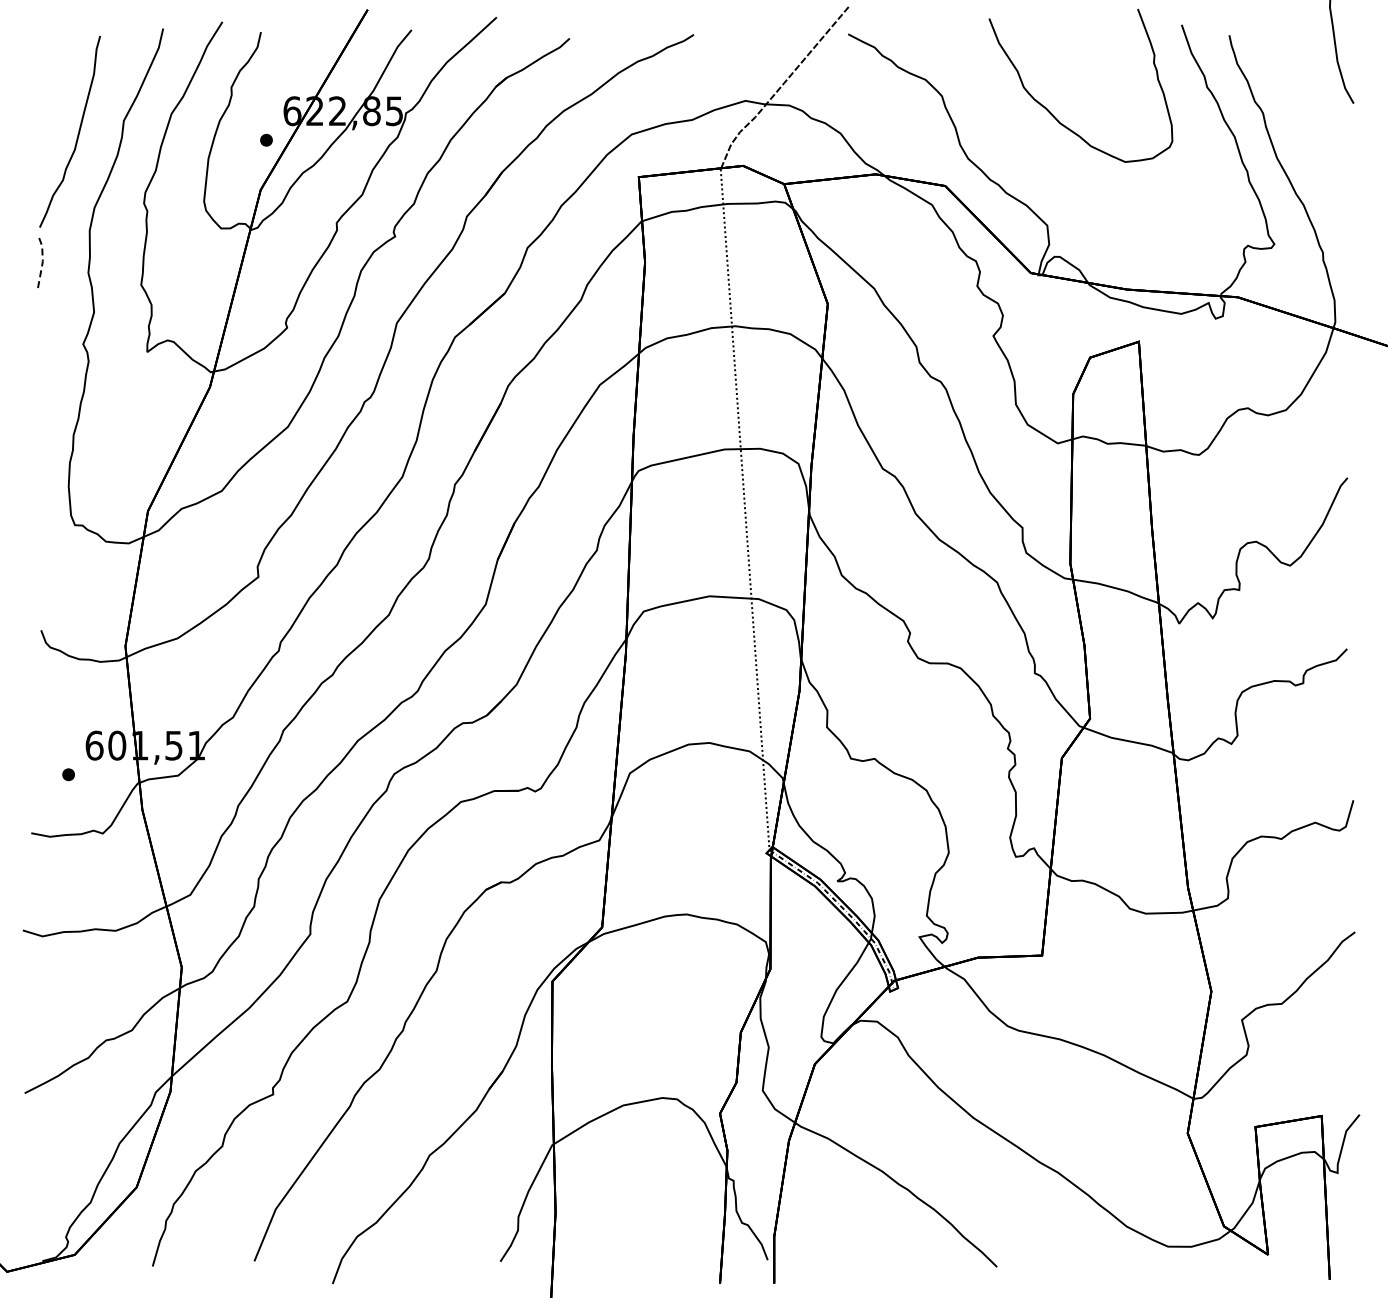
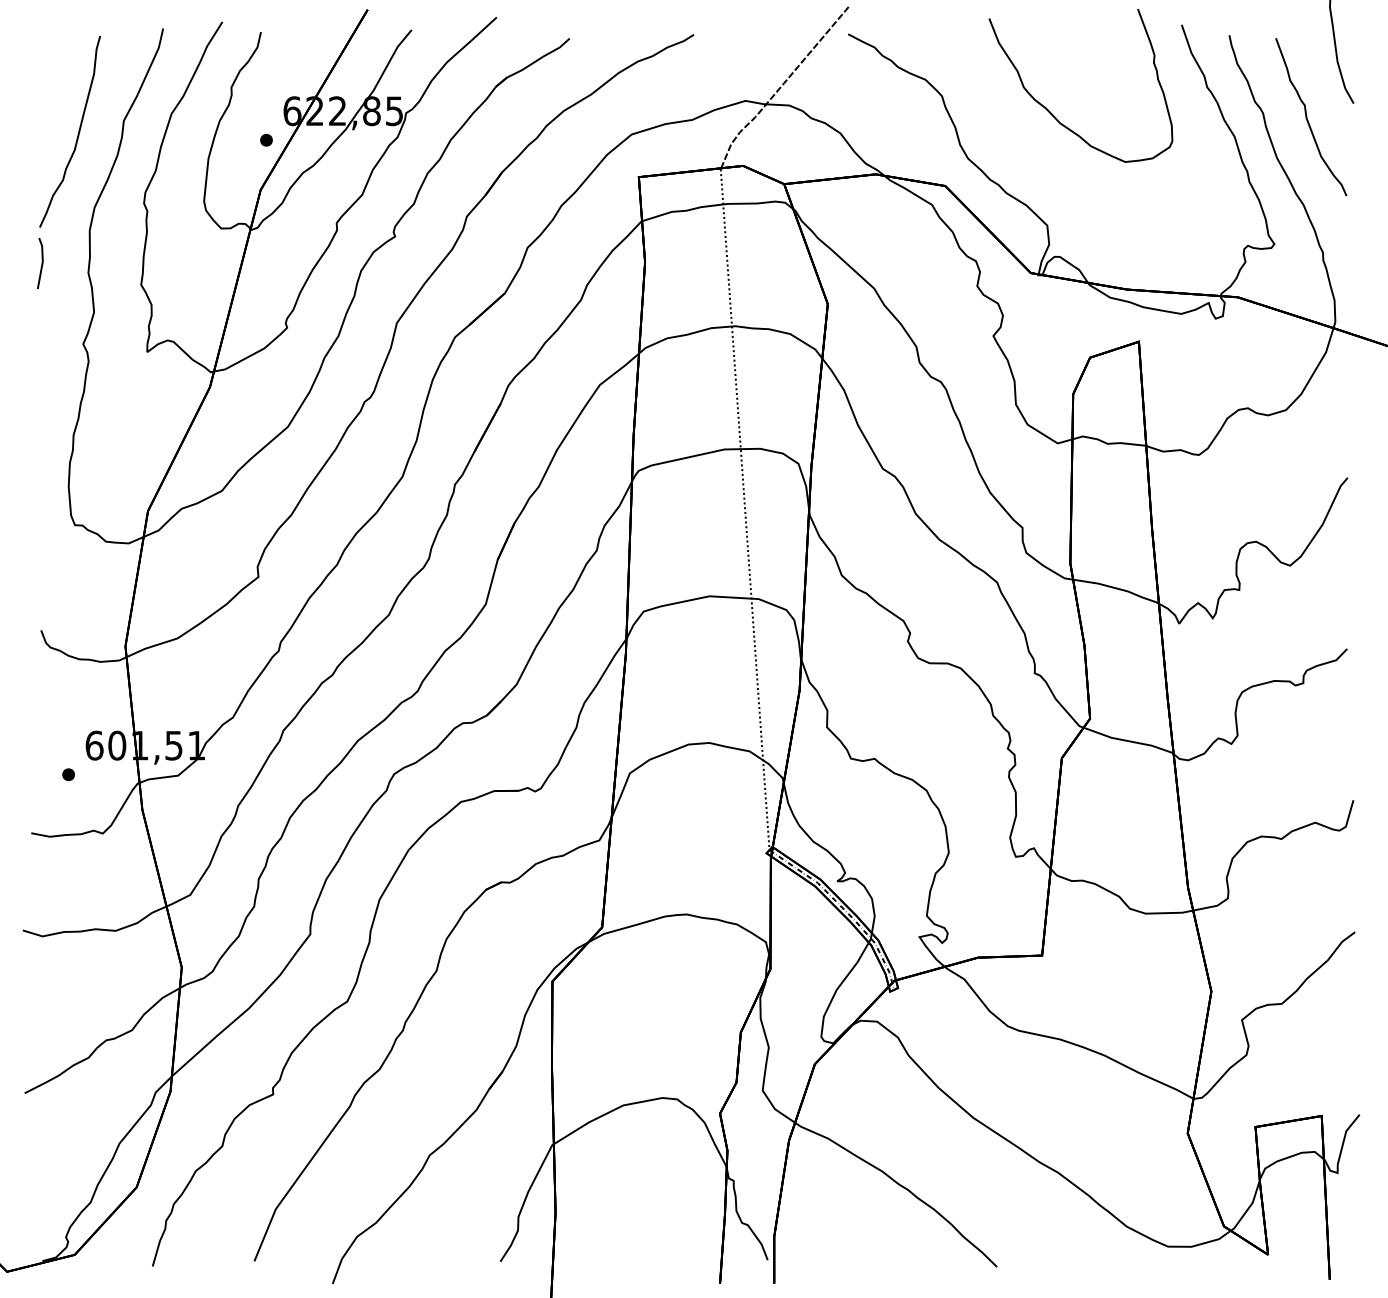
curve at (1307, 117): none -> present
line at (42, 262): dashed -> solid
